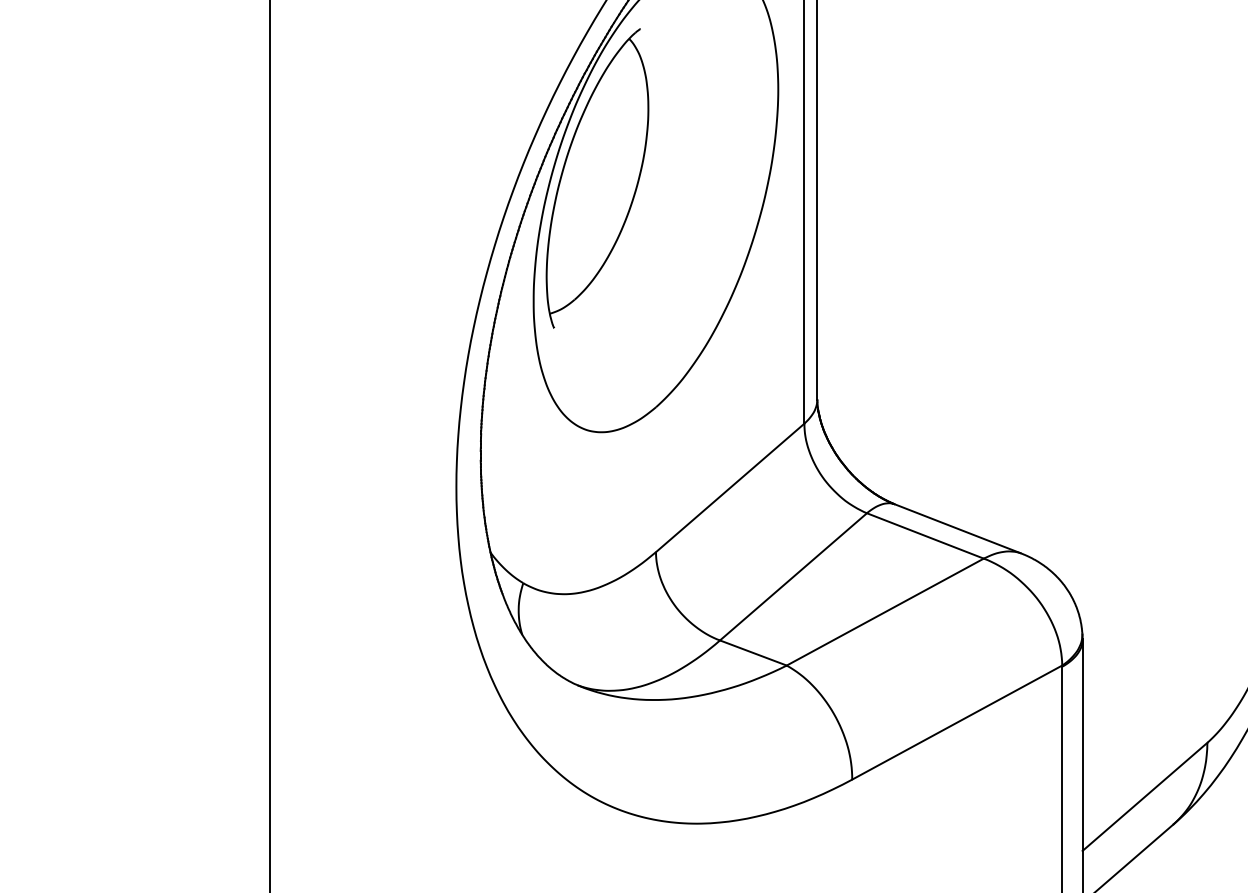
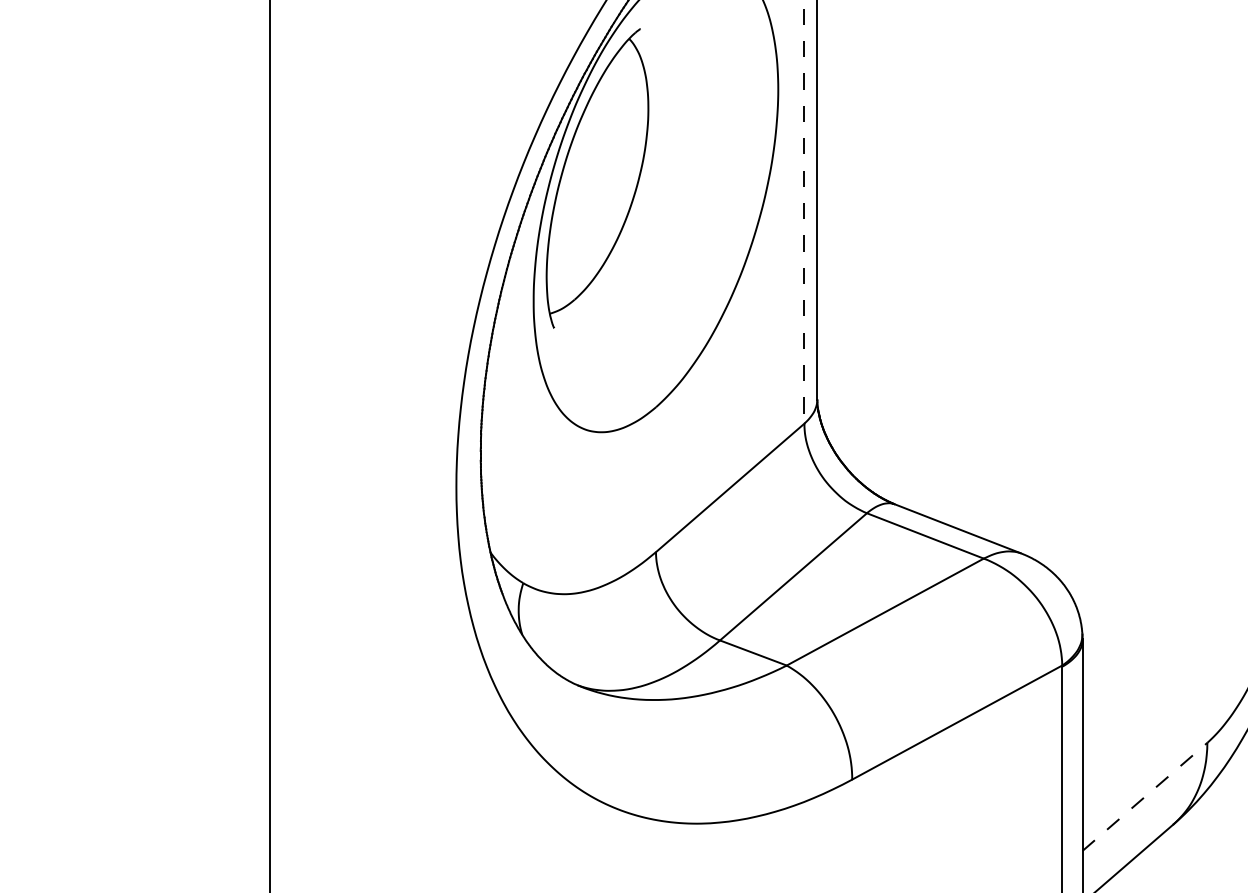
line at (804, 211): solid -> dashed
line at (1144, 796): solid -> dashed
